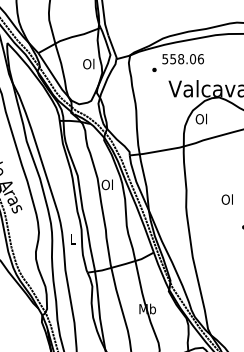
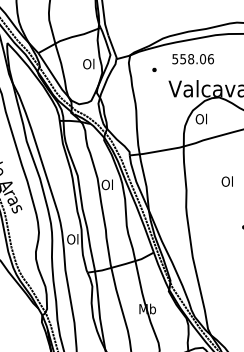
text at (182, 59) position: (182, 59) -> (192, 59)
text at (226, 199) position: (226, 199) -> (226, 181)
text at (72, 239): L -> Ol
